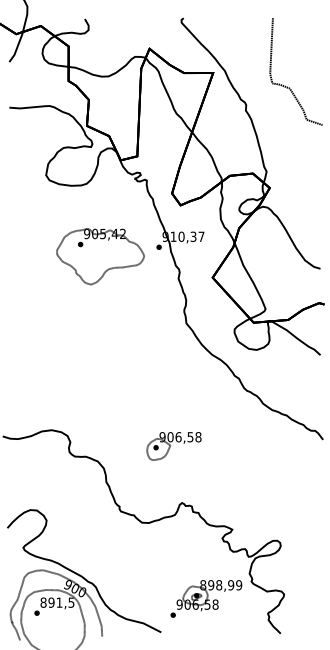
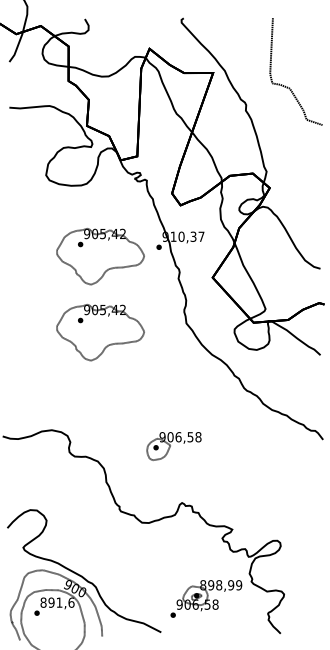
part at (100, 332): none -> present
text at (71, 602): 891,5 -> 891,6
